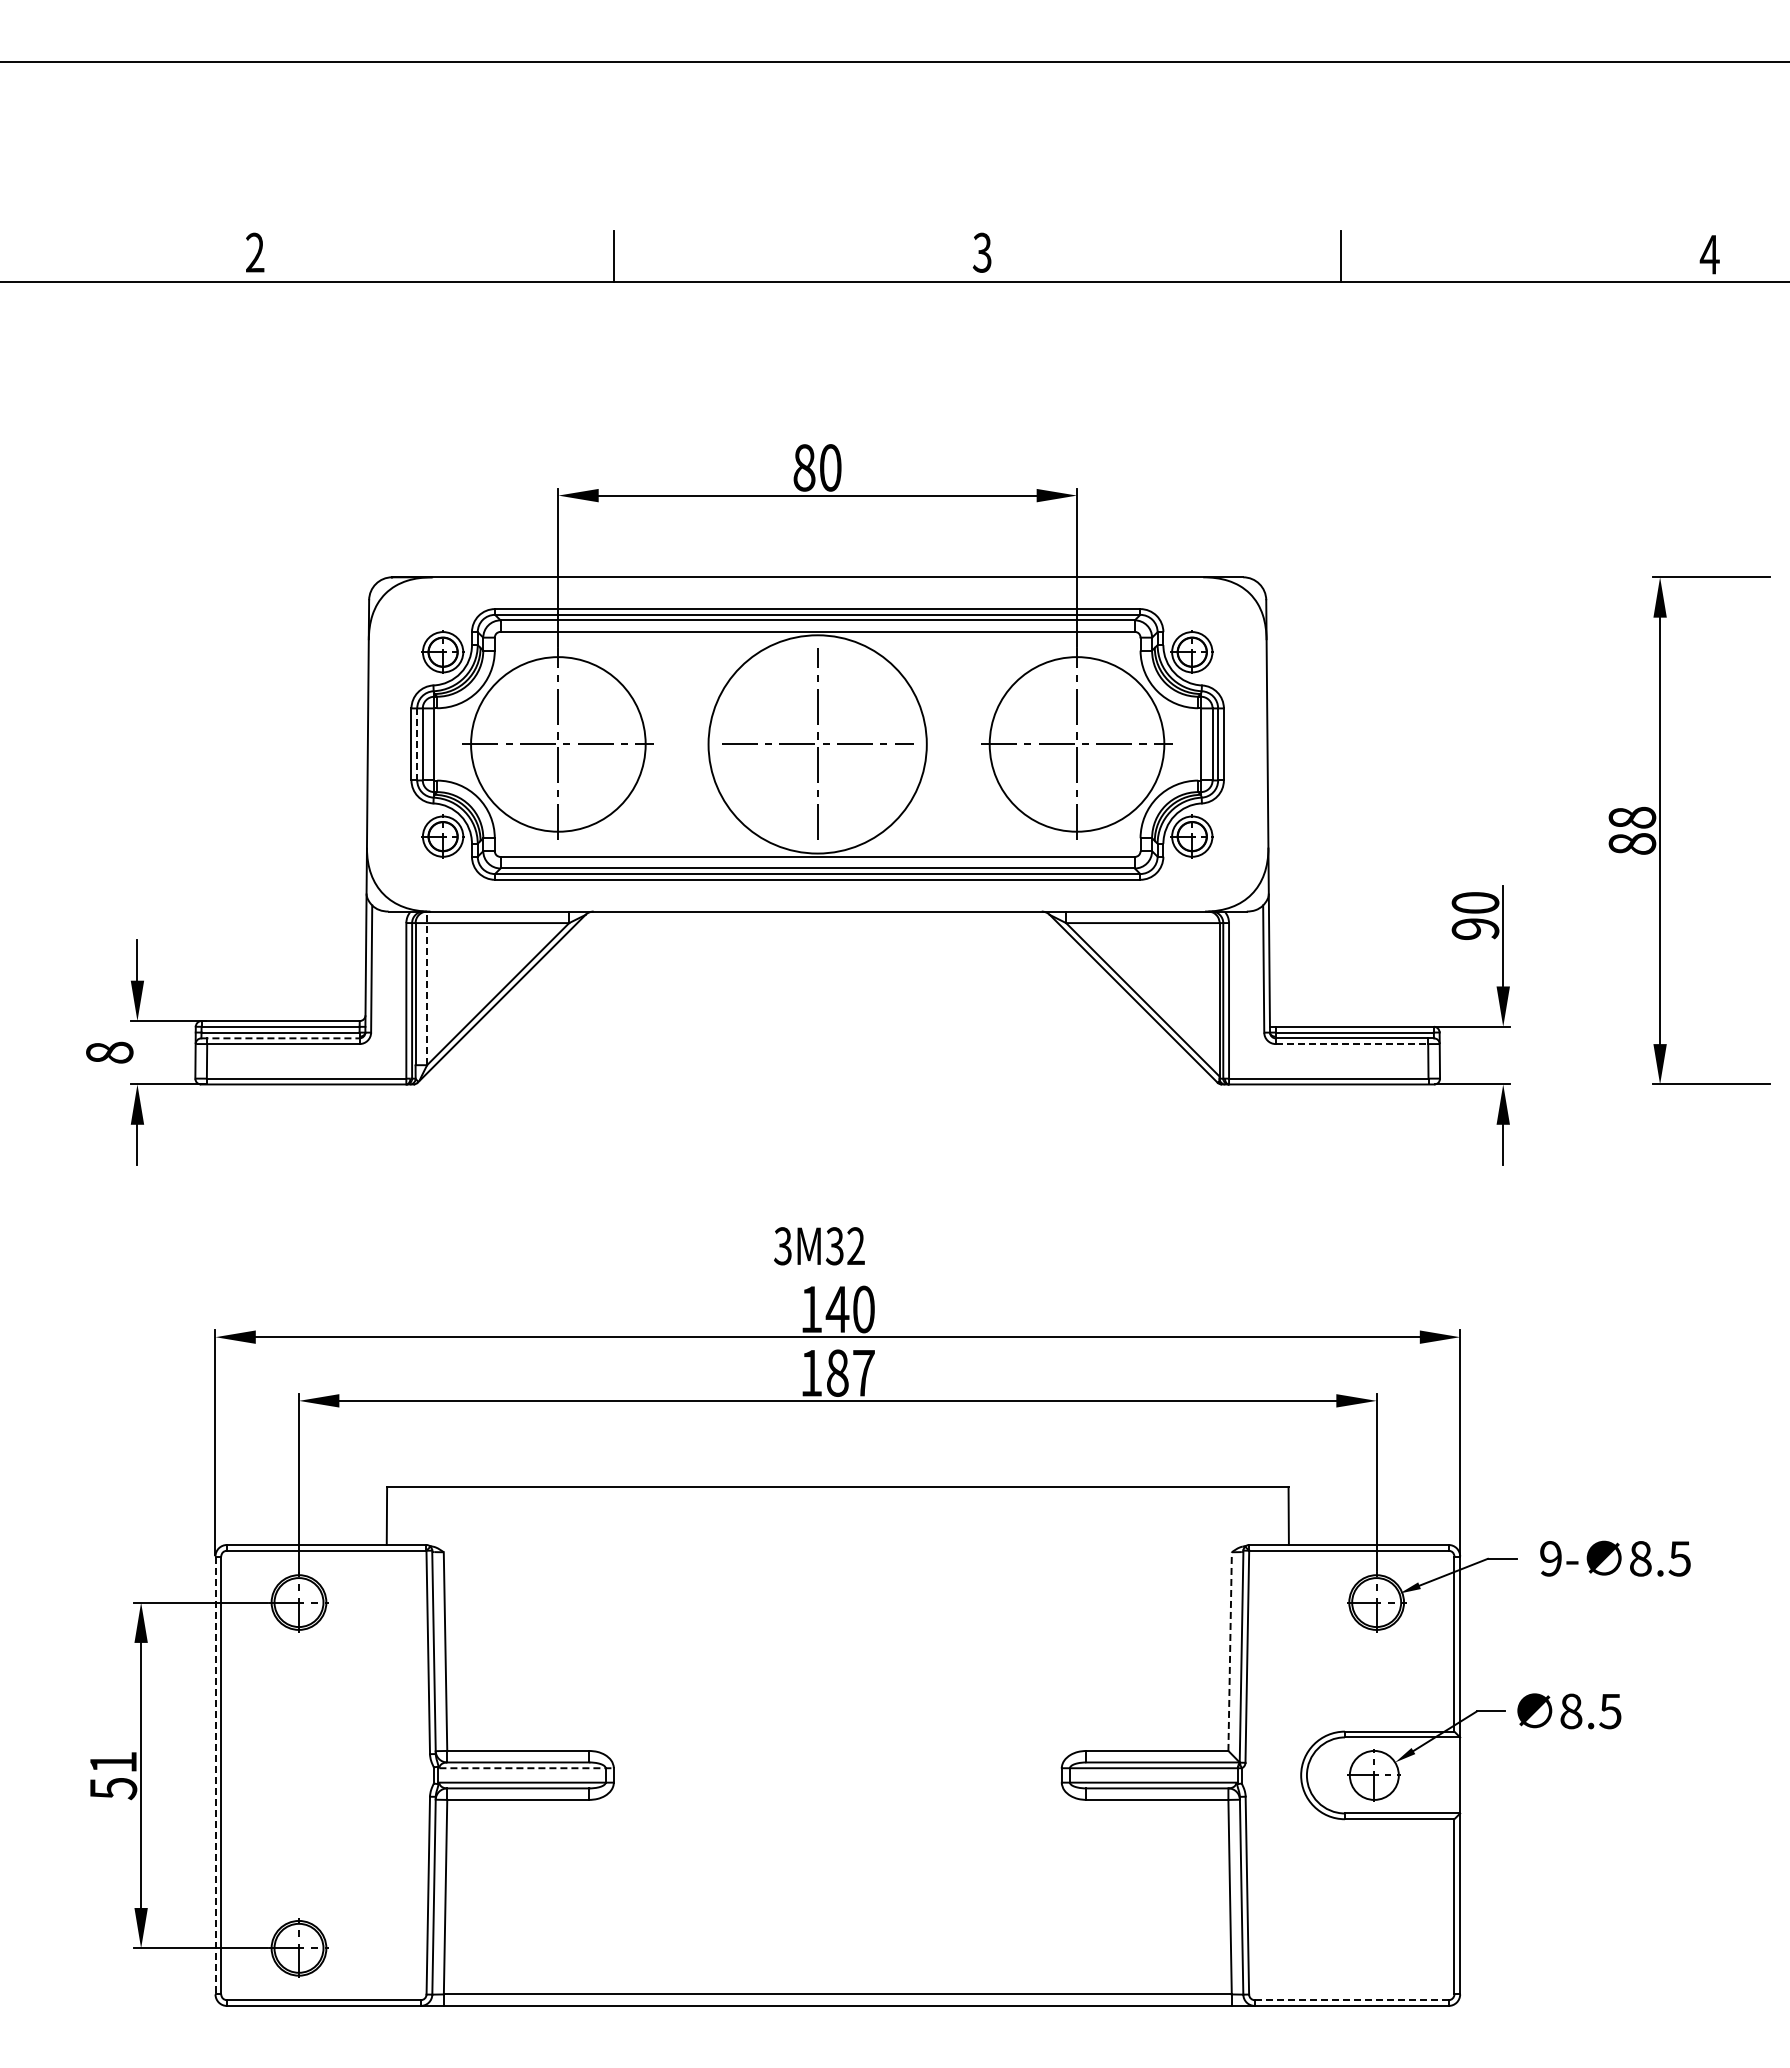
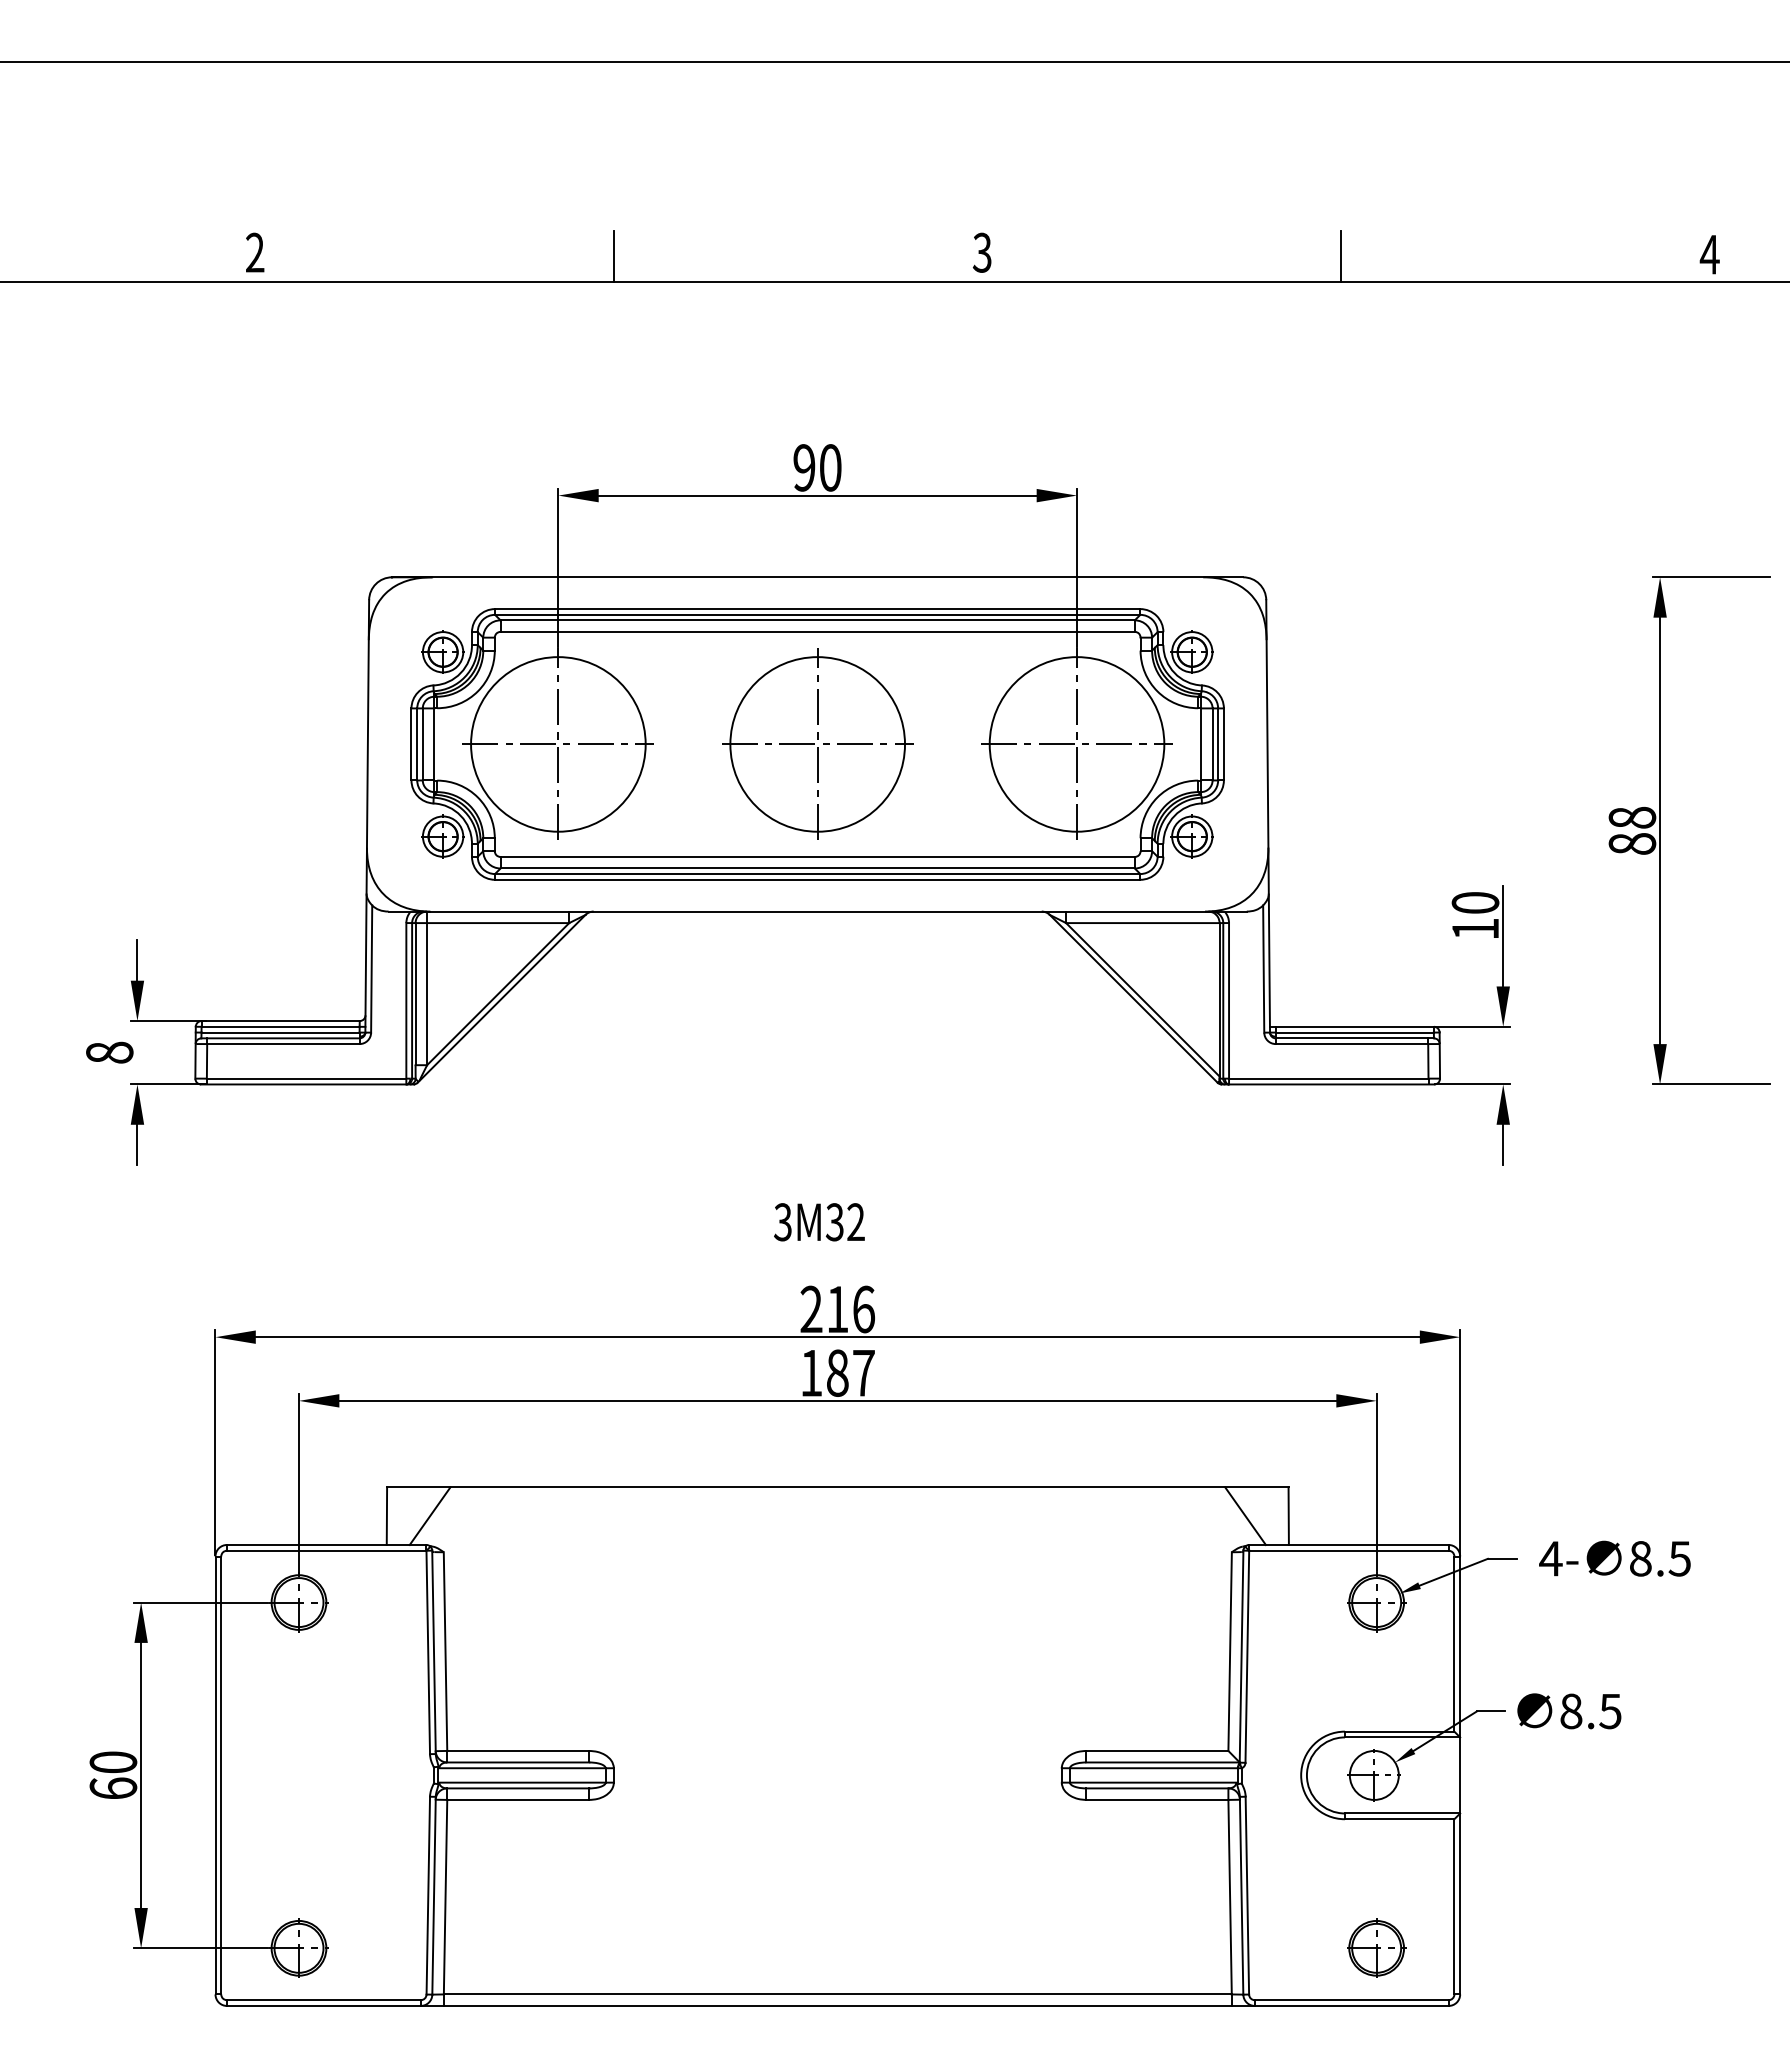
text at (804, 467): 80 -> 90
line at (417, 744): dashed -> solid
circle at (817, 744) diameter: 218 px -> 175 px
text at (1475, 928): 90 -> 10
line at (427, 988): dashed -> solid
line at (281, 1038): dashed -> solid
line at (1352, 1044): dashed -> solid
text at (819, 1246) position: (819, 1246) -> (819, 1222)
text at (837, 1309): 140 -> 216
line at (429, 1515): none -> present
line at (1245, 1515): none -> present
text at (1550, 1558): 9- -> 4-
line at (1230, 1651): dashed -> solid
line at (527, 1768): dashed -> solid
text at (113, 1775): 51 -> 60
line at (215, 1775): dashed -> solid
part at (1376, 1947): none -> present
line at (1351, 2000): dashed -> solid
